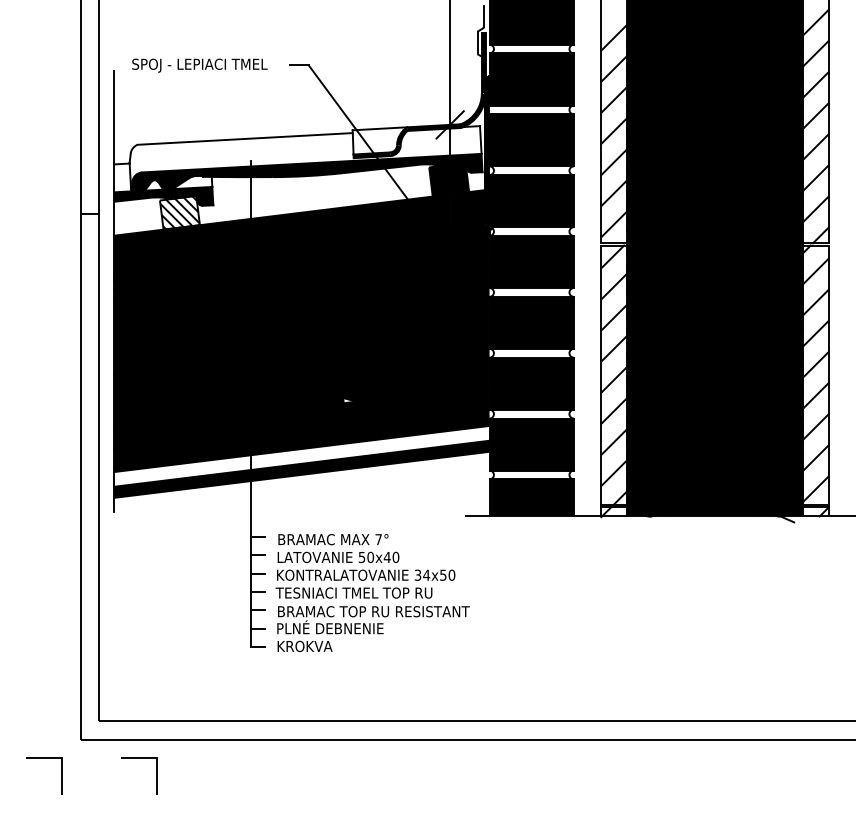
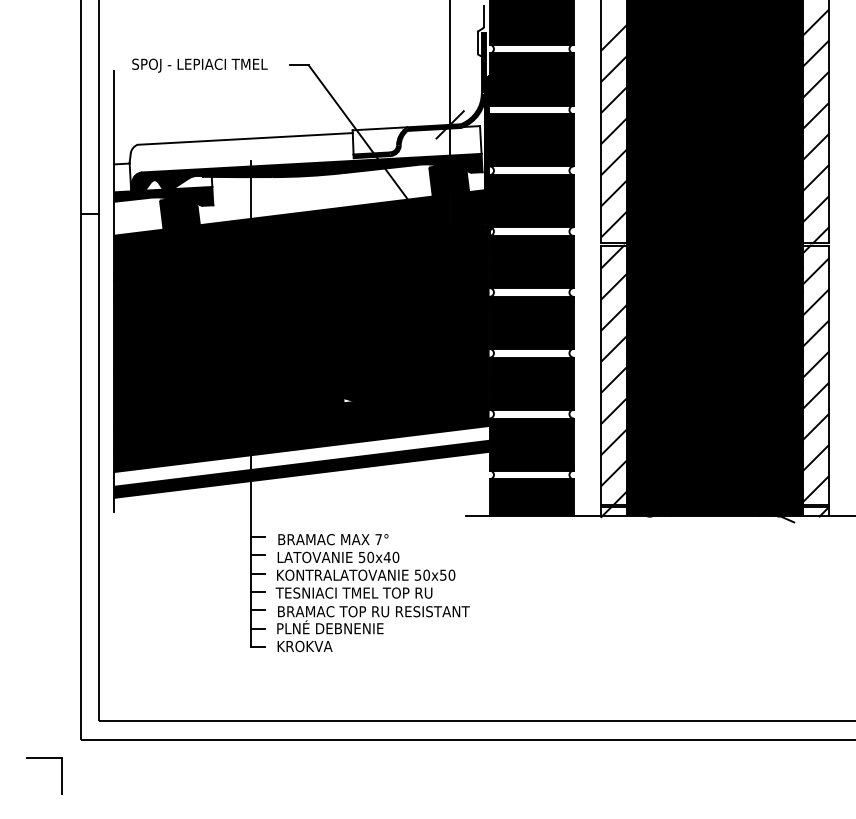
fill at (179, 212): none -> present
text at (422, 574): 34x50 -> 50x50
line at (139, 758): present -> none
